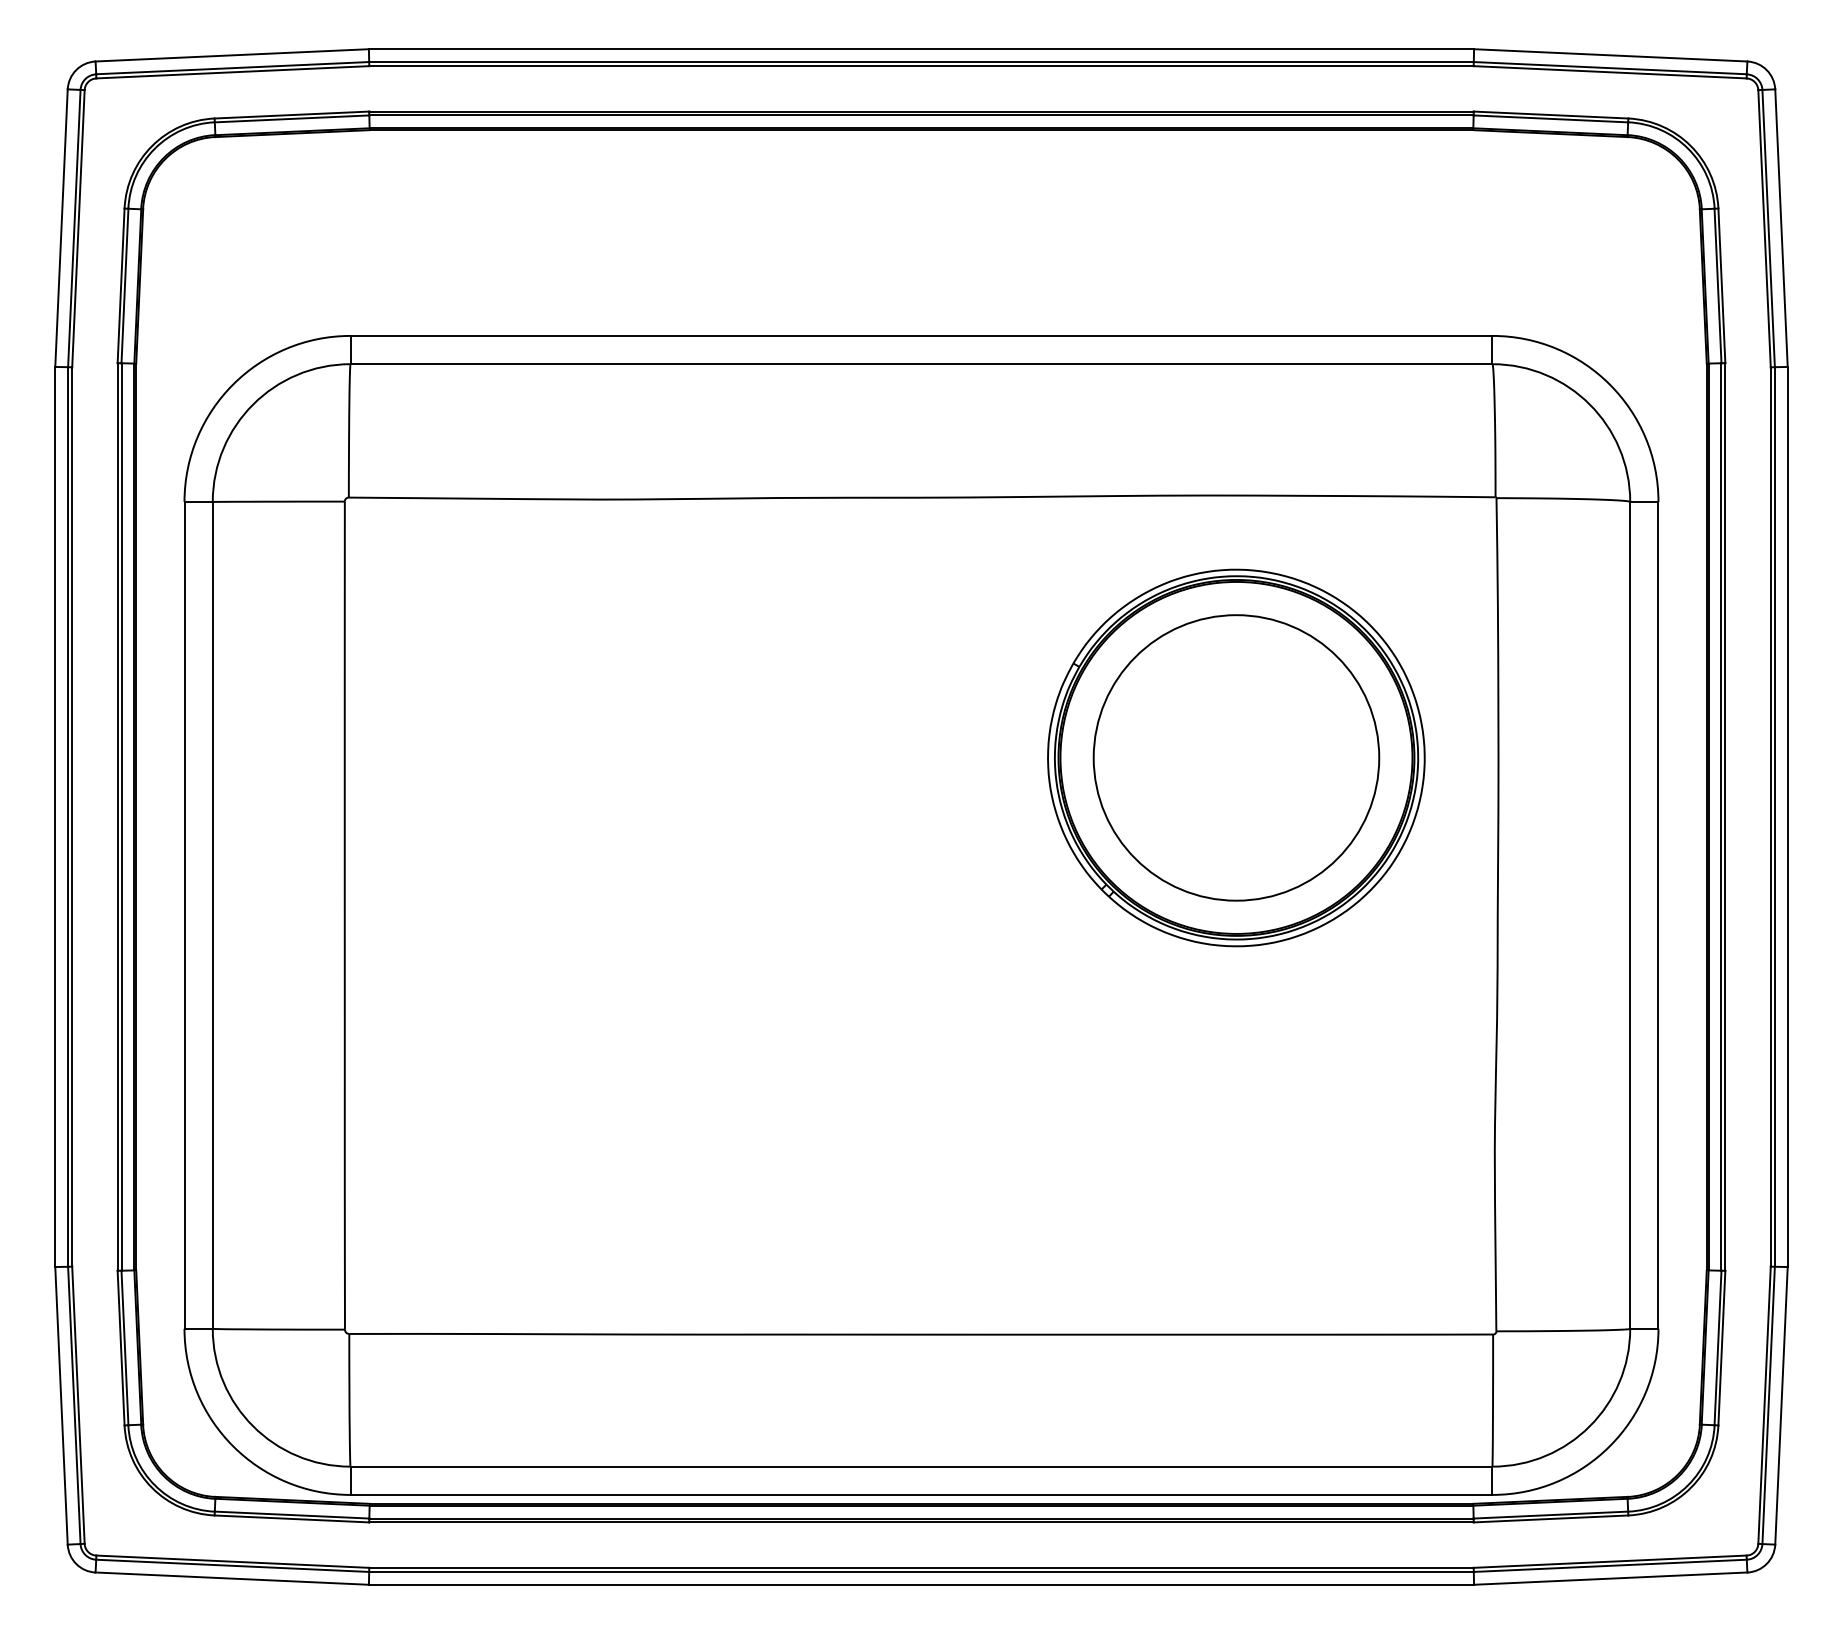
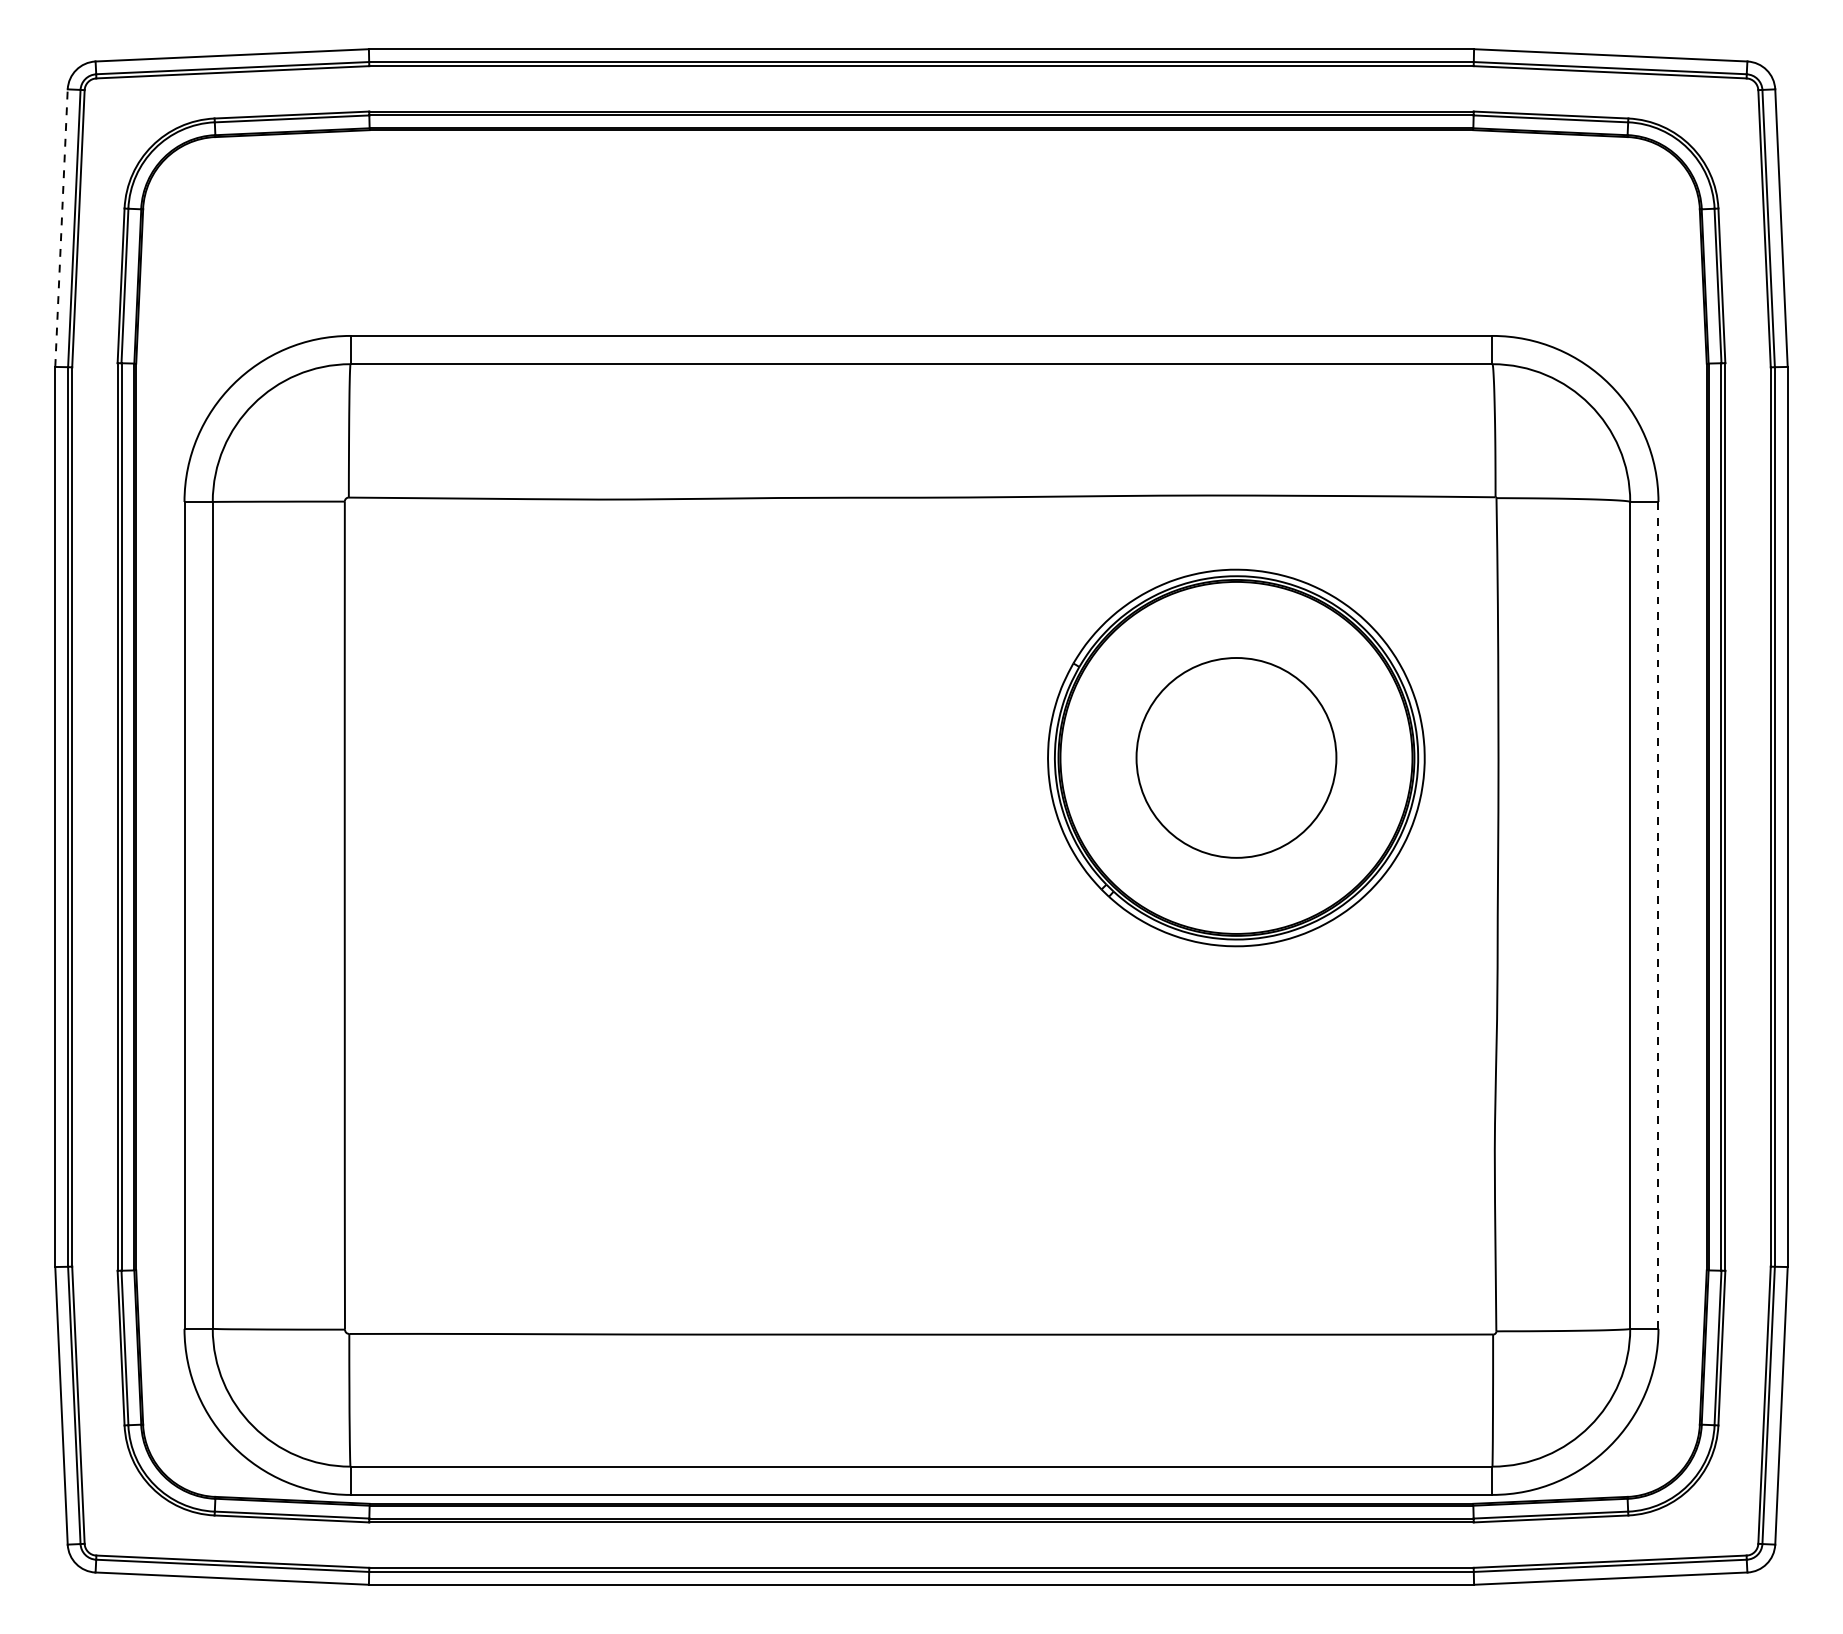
line at (61, 228): solid -> dashed
circle at (1236, 757) diameter: 286 px -> 200 px
line at (1658, 914): solid -> dashed
